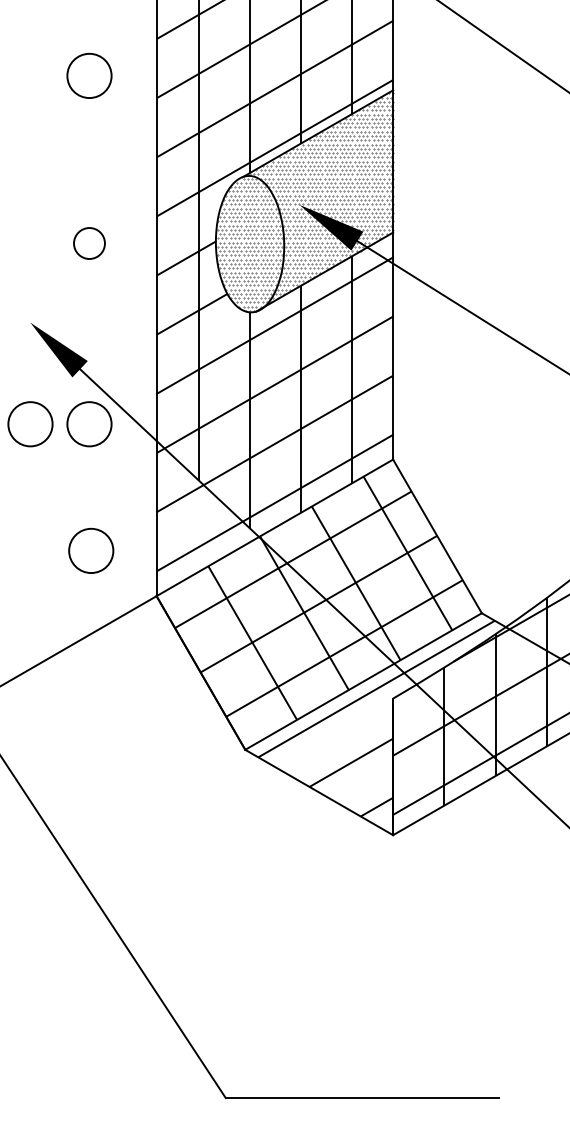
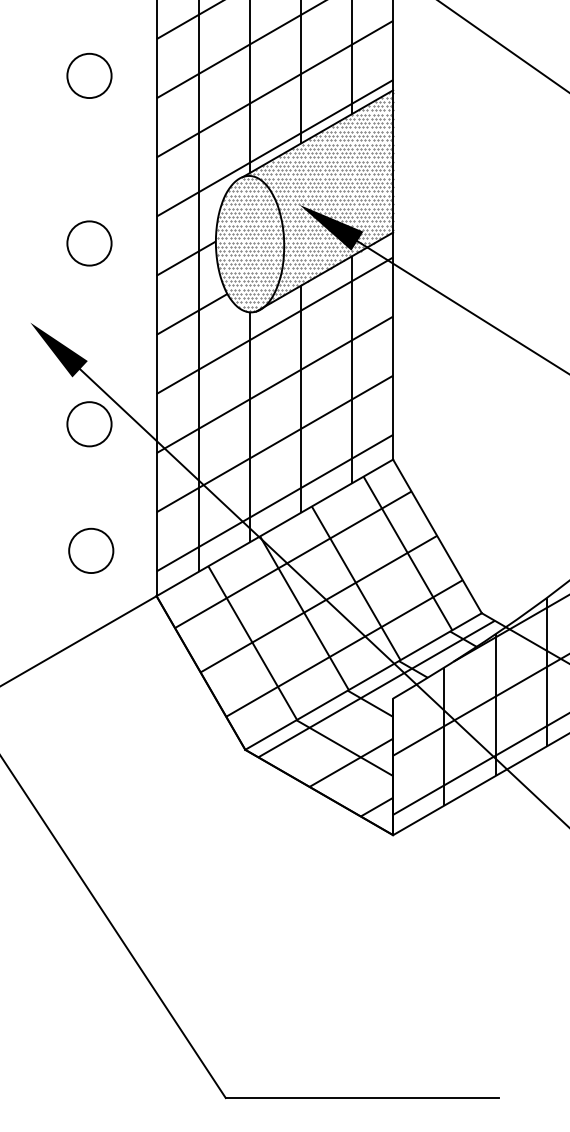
circle at (89, 243) diameter: 31 px -> 44 px
circle at (30, 424): present -> none
hatch at (223, 525): none -> present
hatch at (360, 733): none -> present
